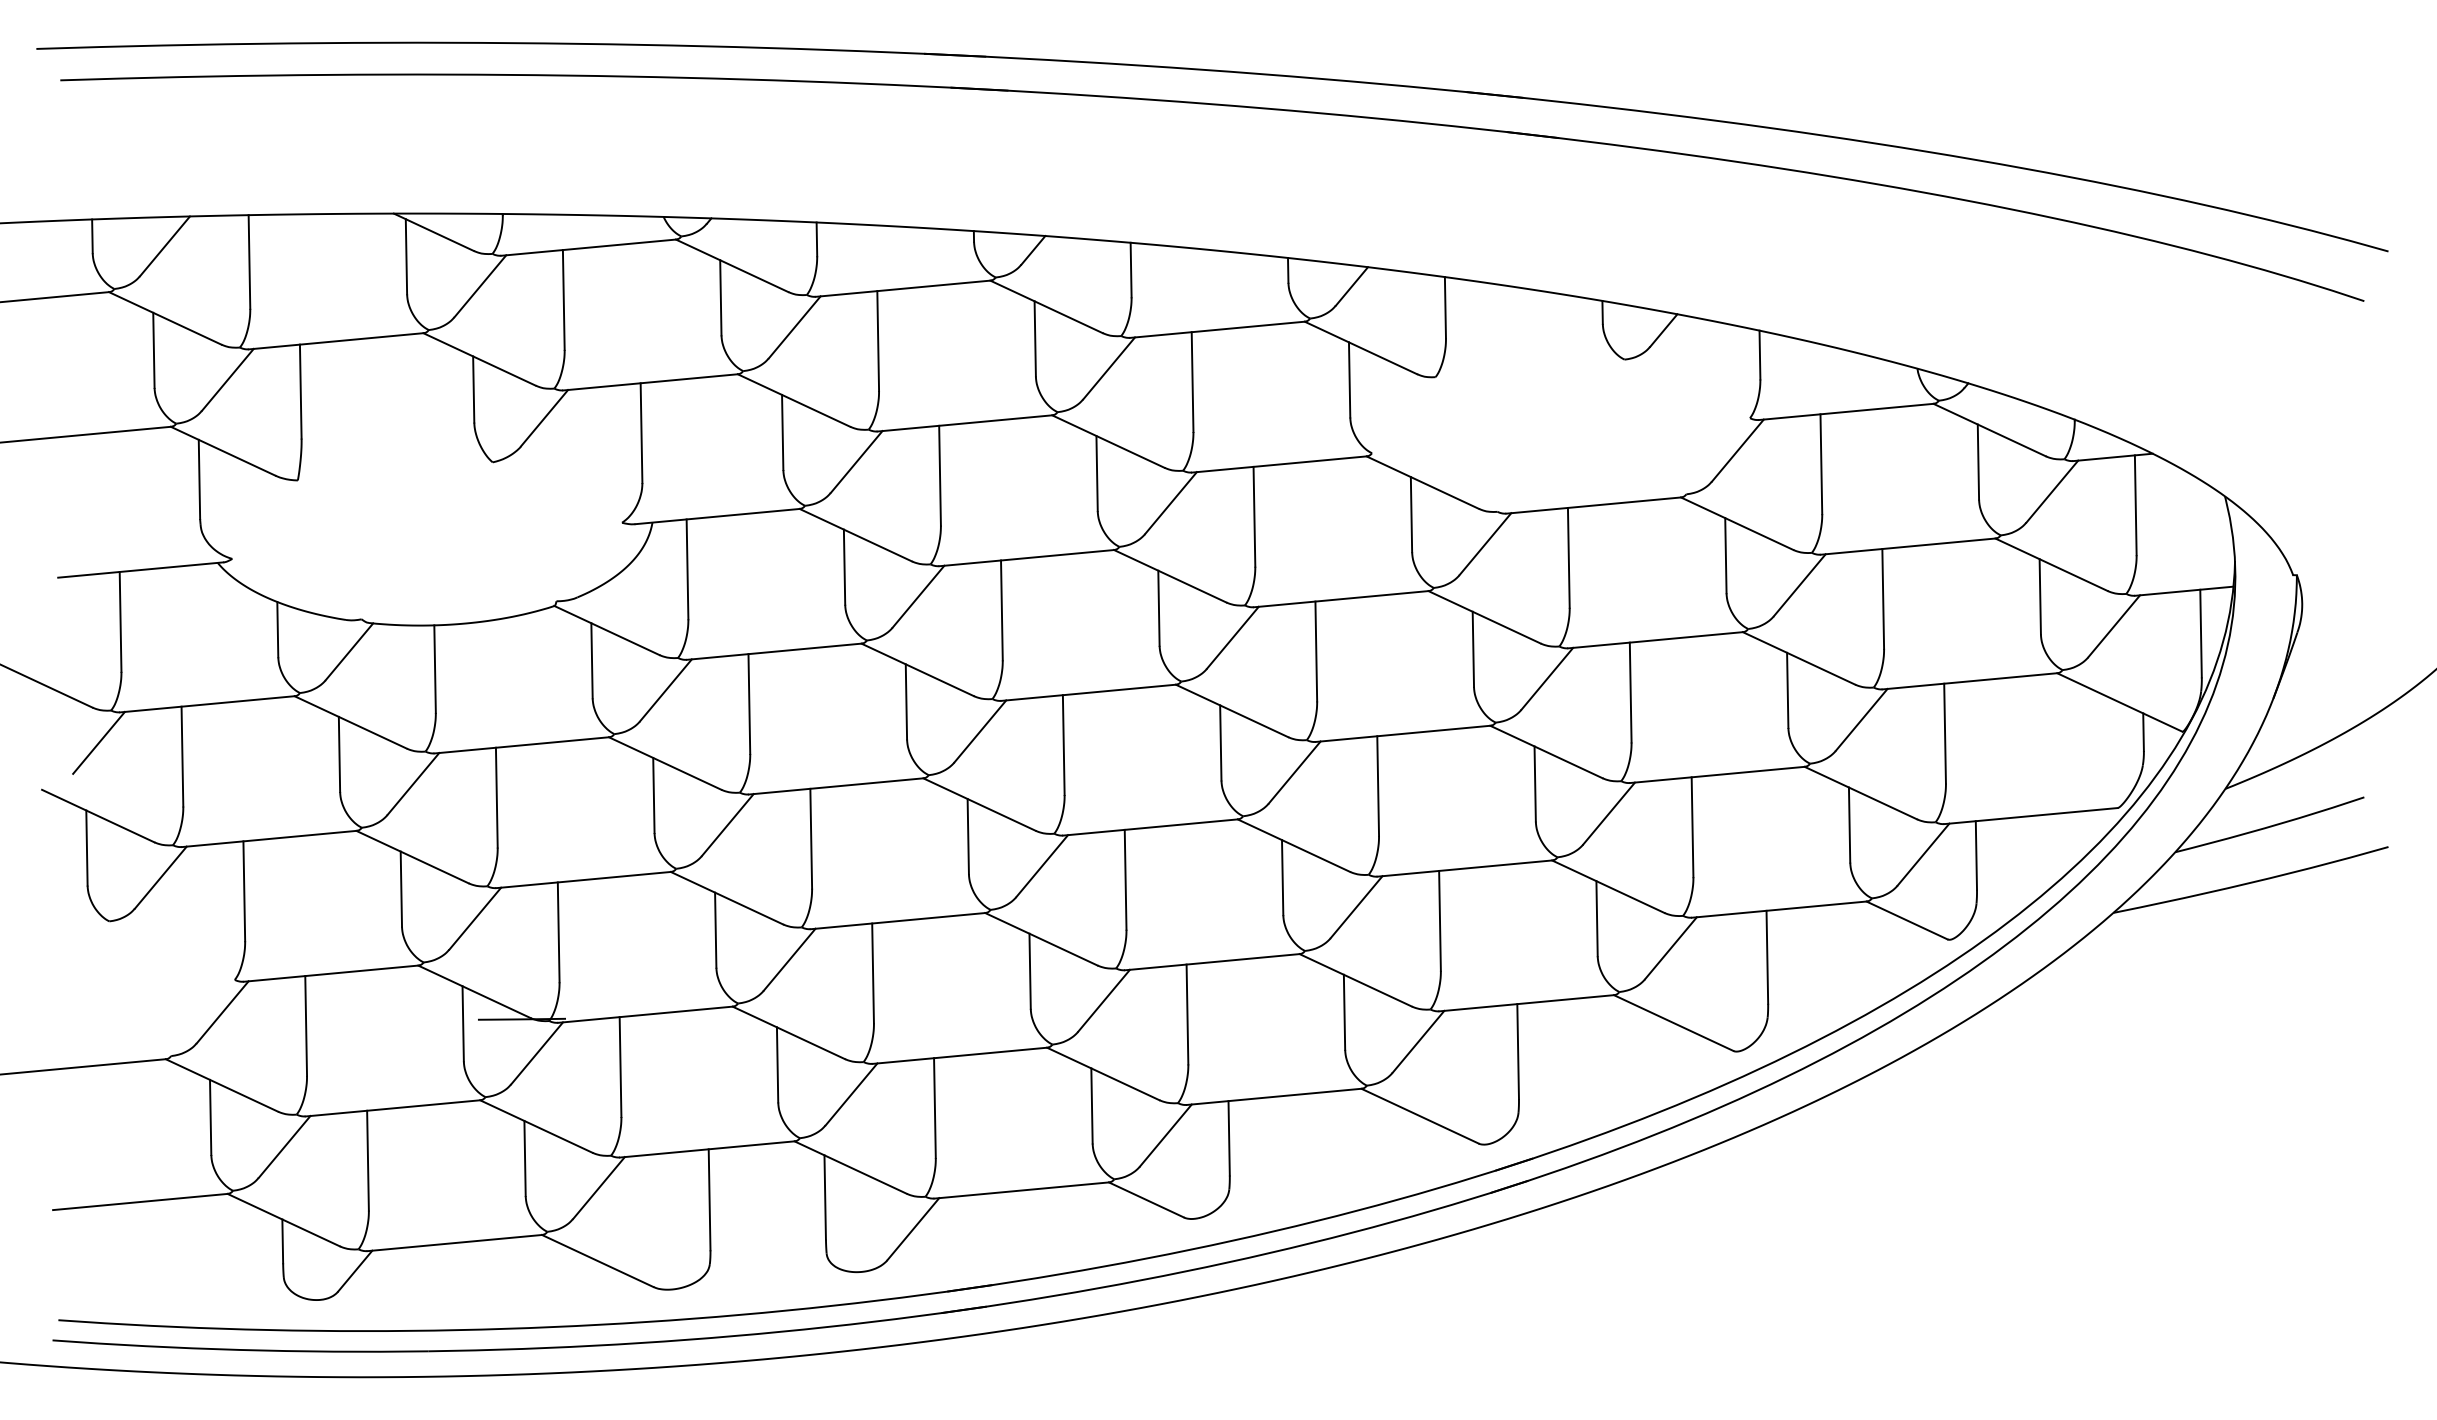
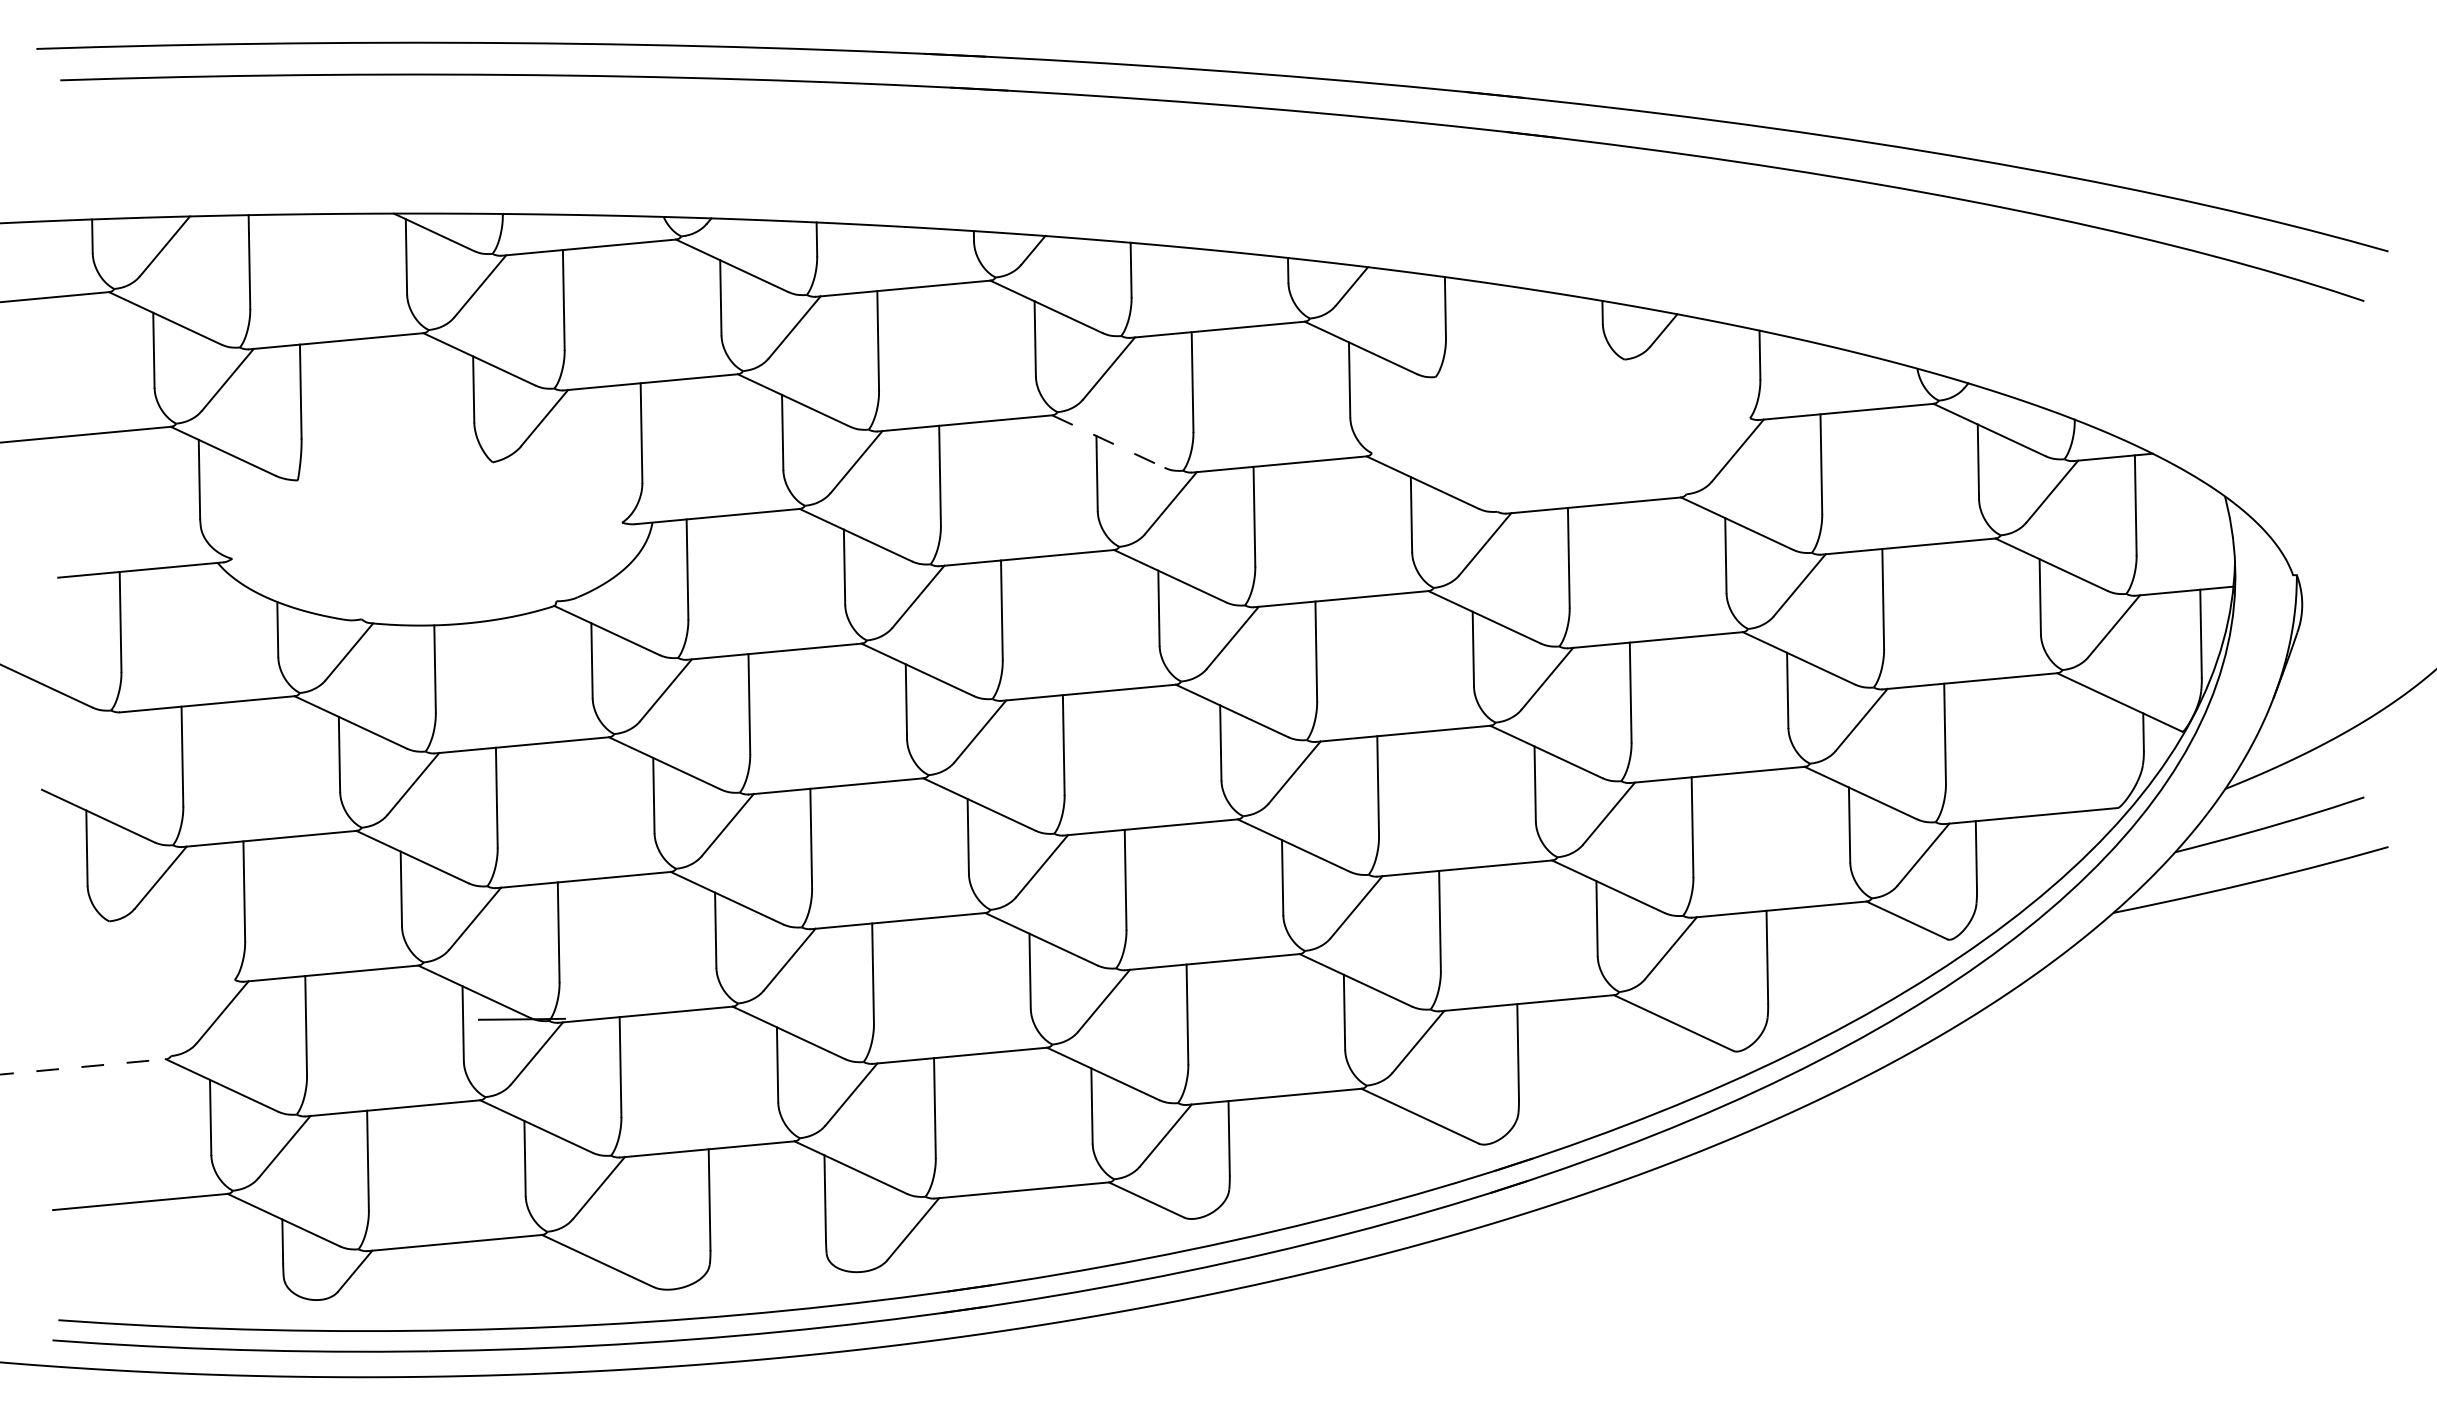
line at (1108, 441): solid -> dashed
line at (98, 742): present -> none
line at (83, 1066): solid -> dashed
